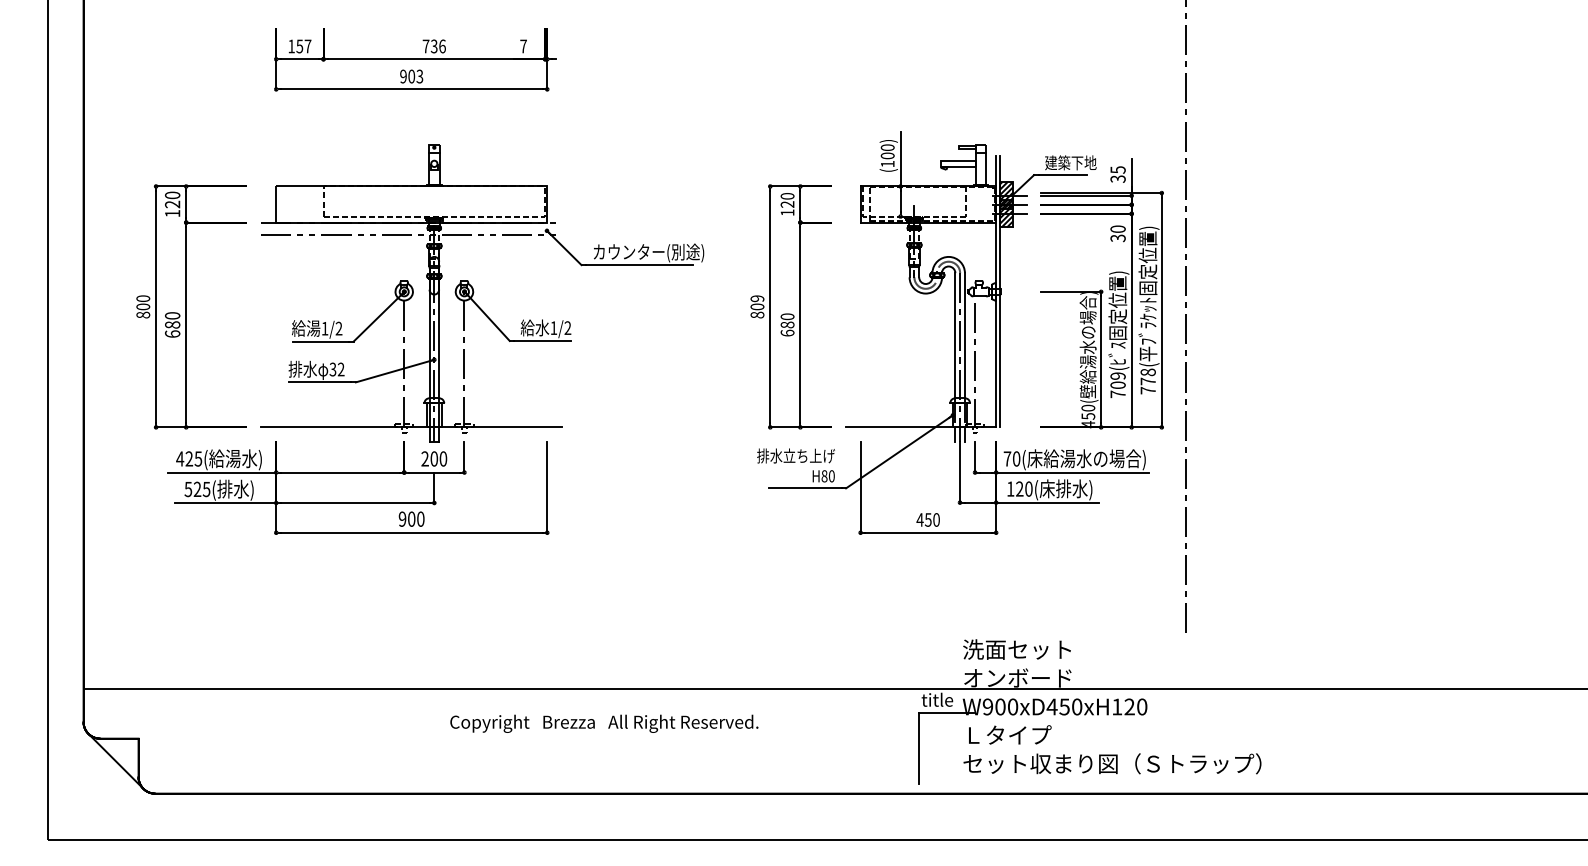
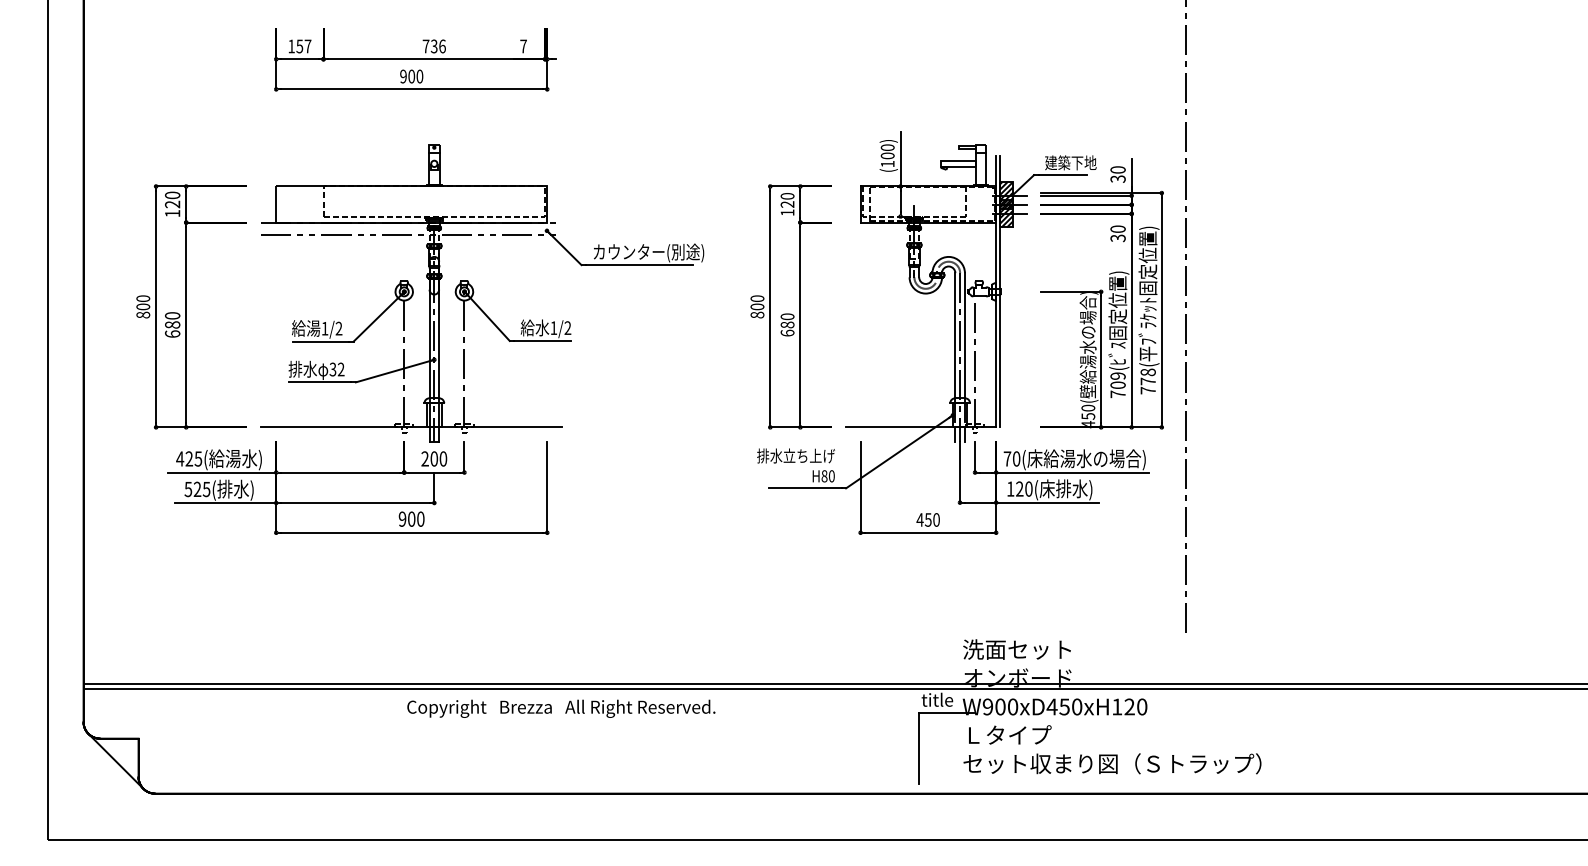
text at (419, 76): 903 -> 900
text at (1117, 169): 35 -> 30
text at (757, 298): 809 -> 800
line at (833, 683): none -> present
text at (604, 723) position: (604, 723) -> (561, 708)
